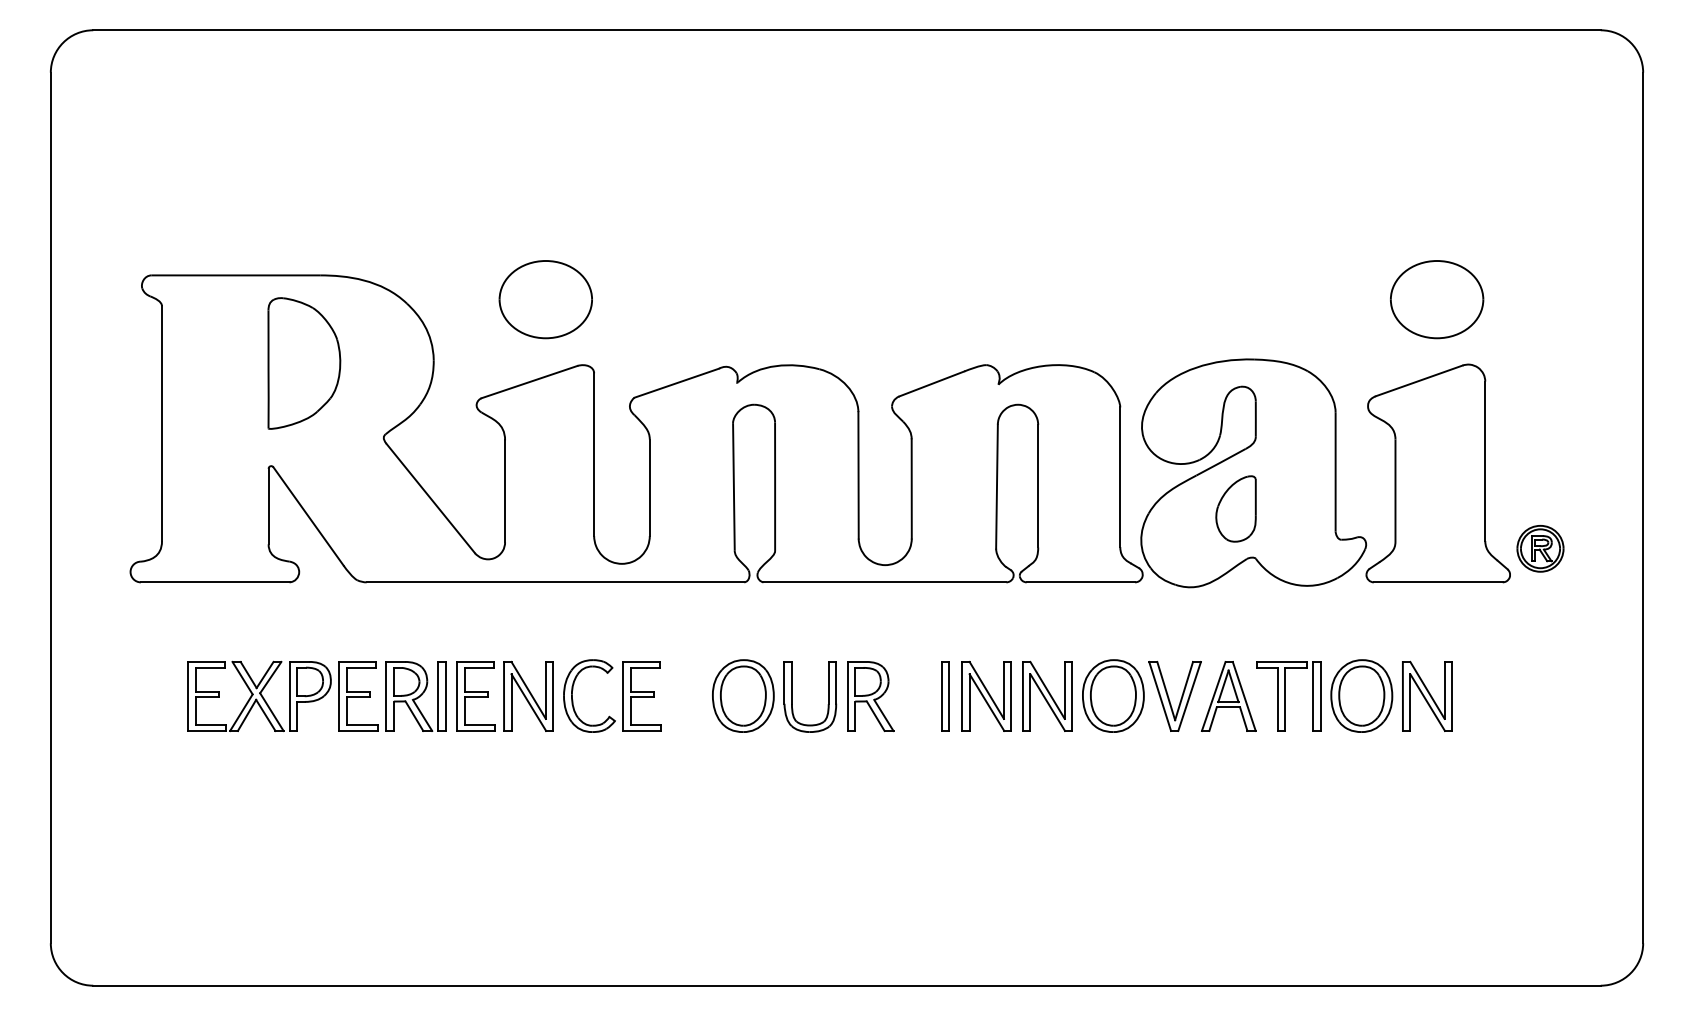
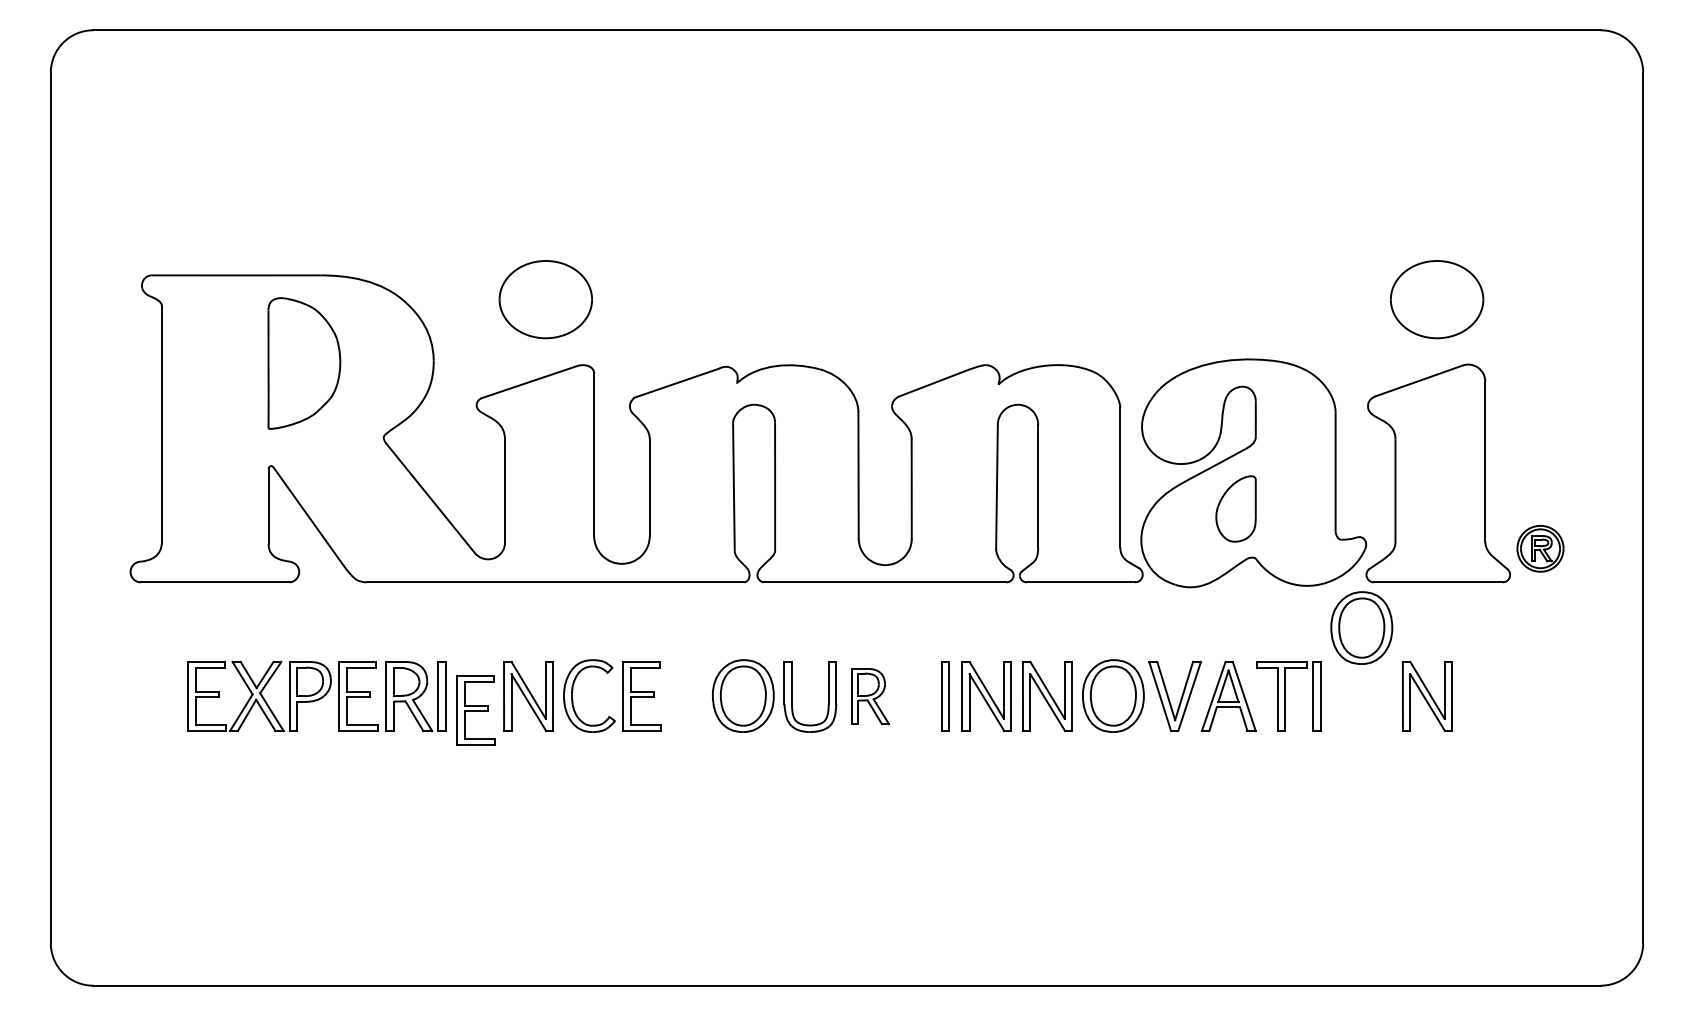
part at (1361, 695) position: (1361, 695) -> (1361, 627)
part at (475, 696) position: (475, 696) -> (475, 710)
part at (870, 696) size: 48x71 px -> 40x58 px
